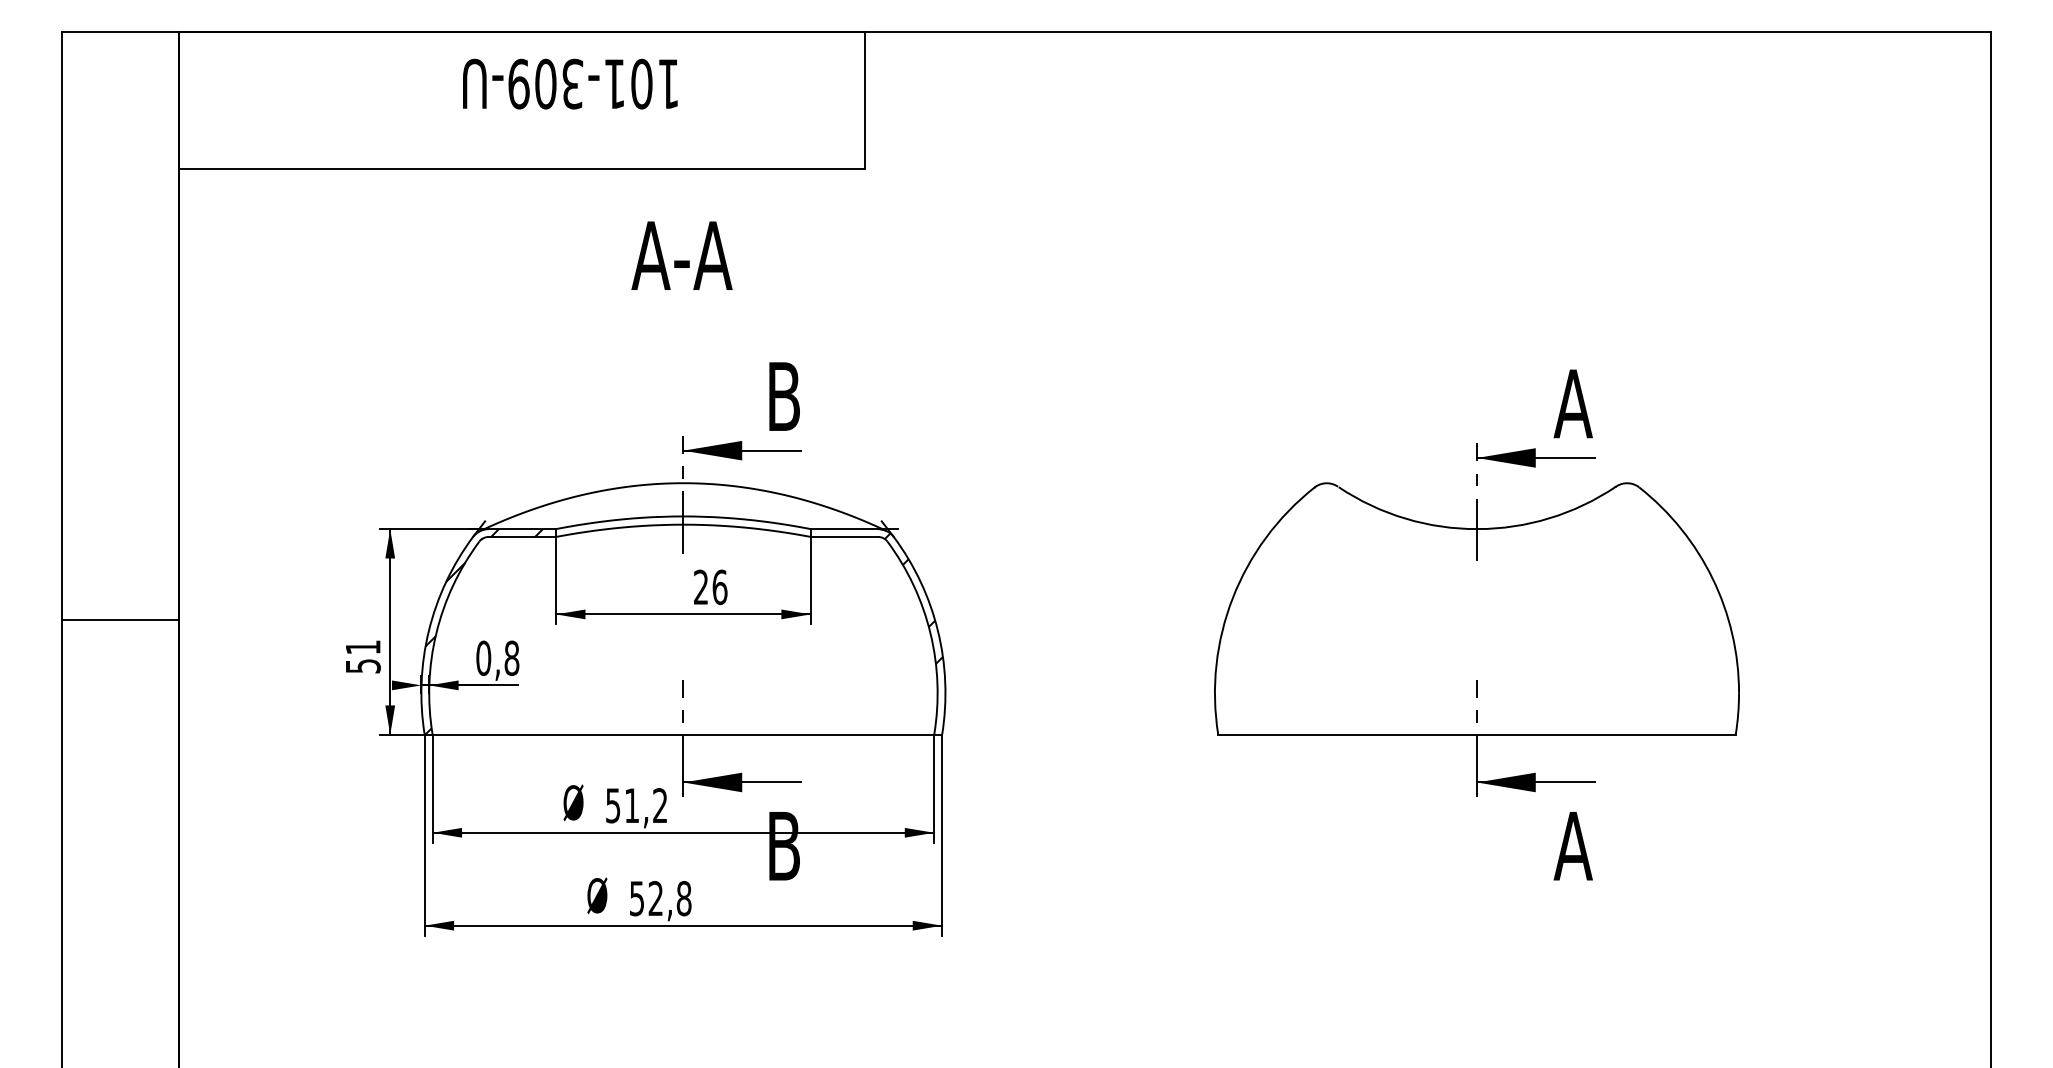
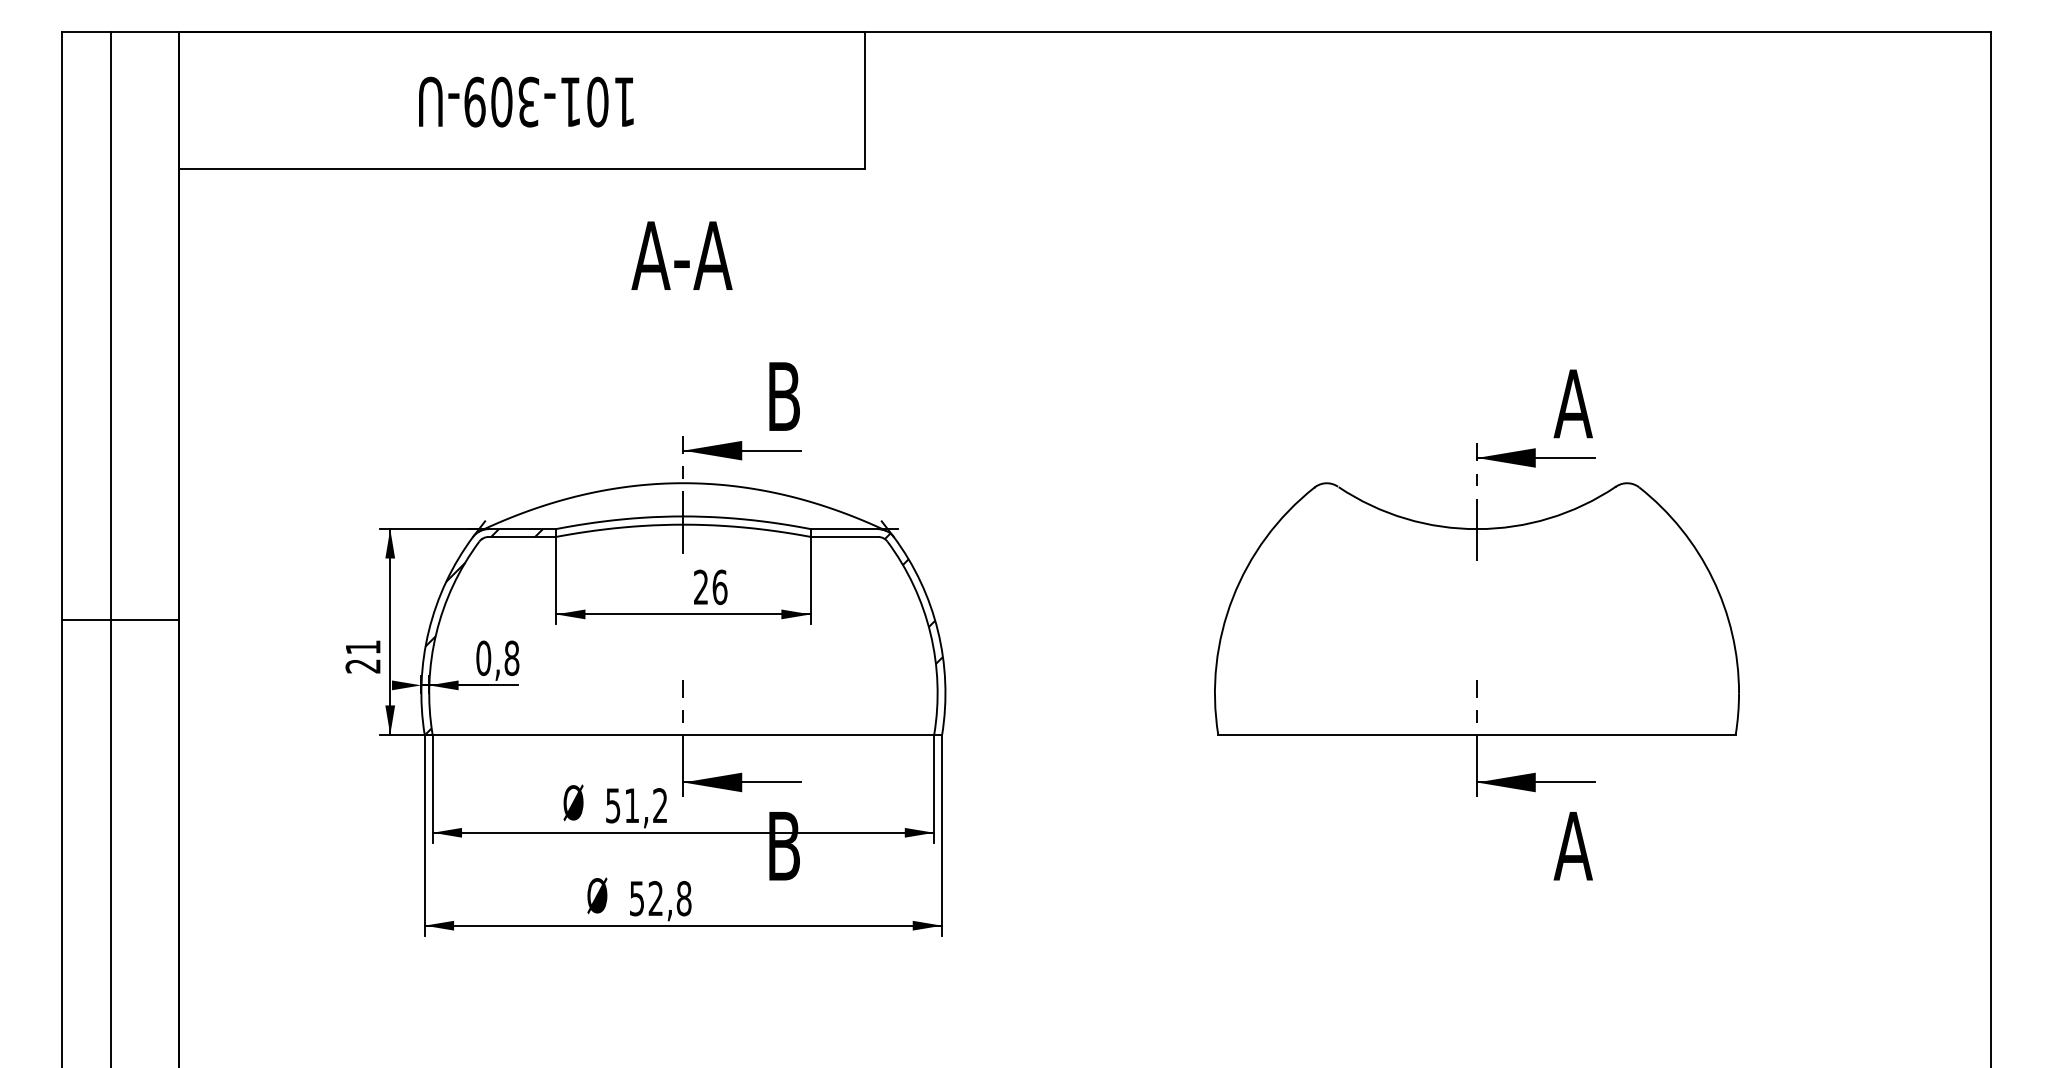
text at (570, 83) position: (570, 83) -> (526, 101)
line at (110, 547): none -> present
text at (362, 666): 51 -> 21
